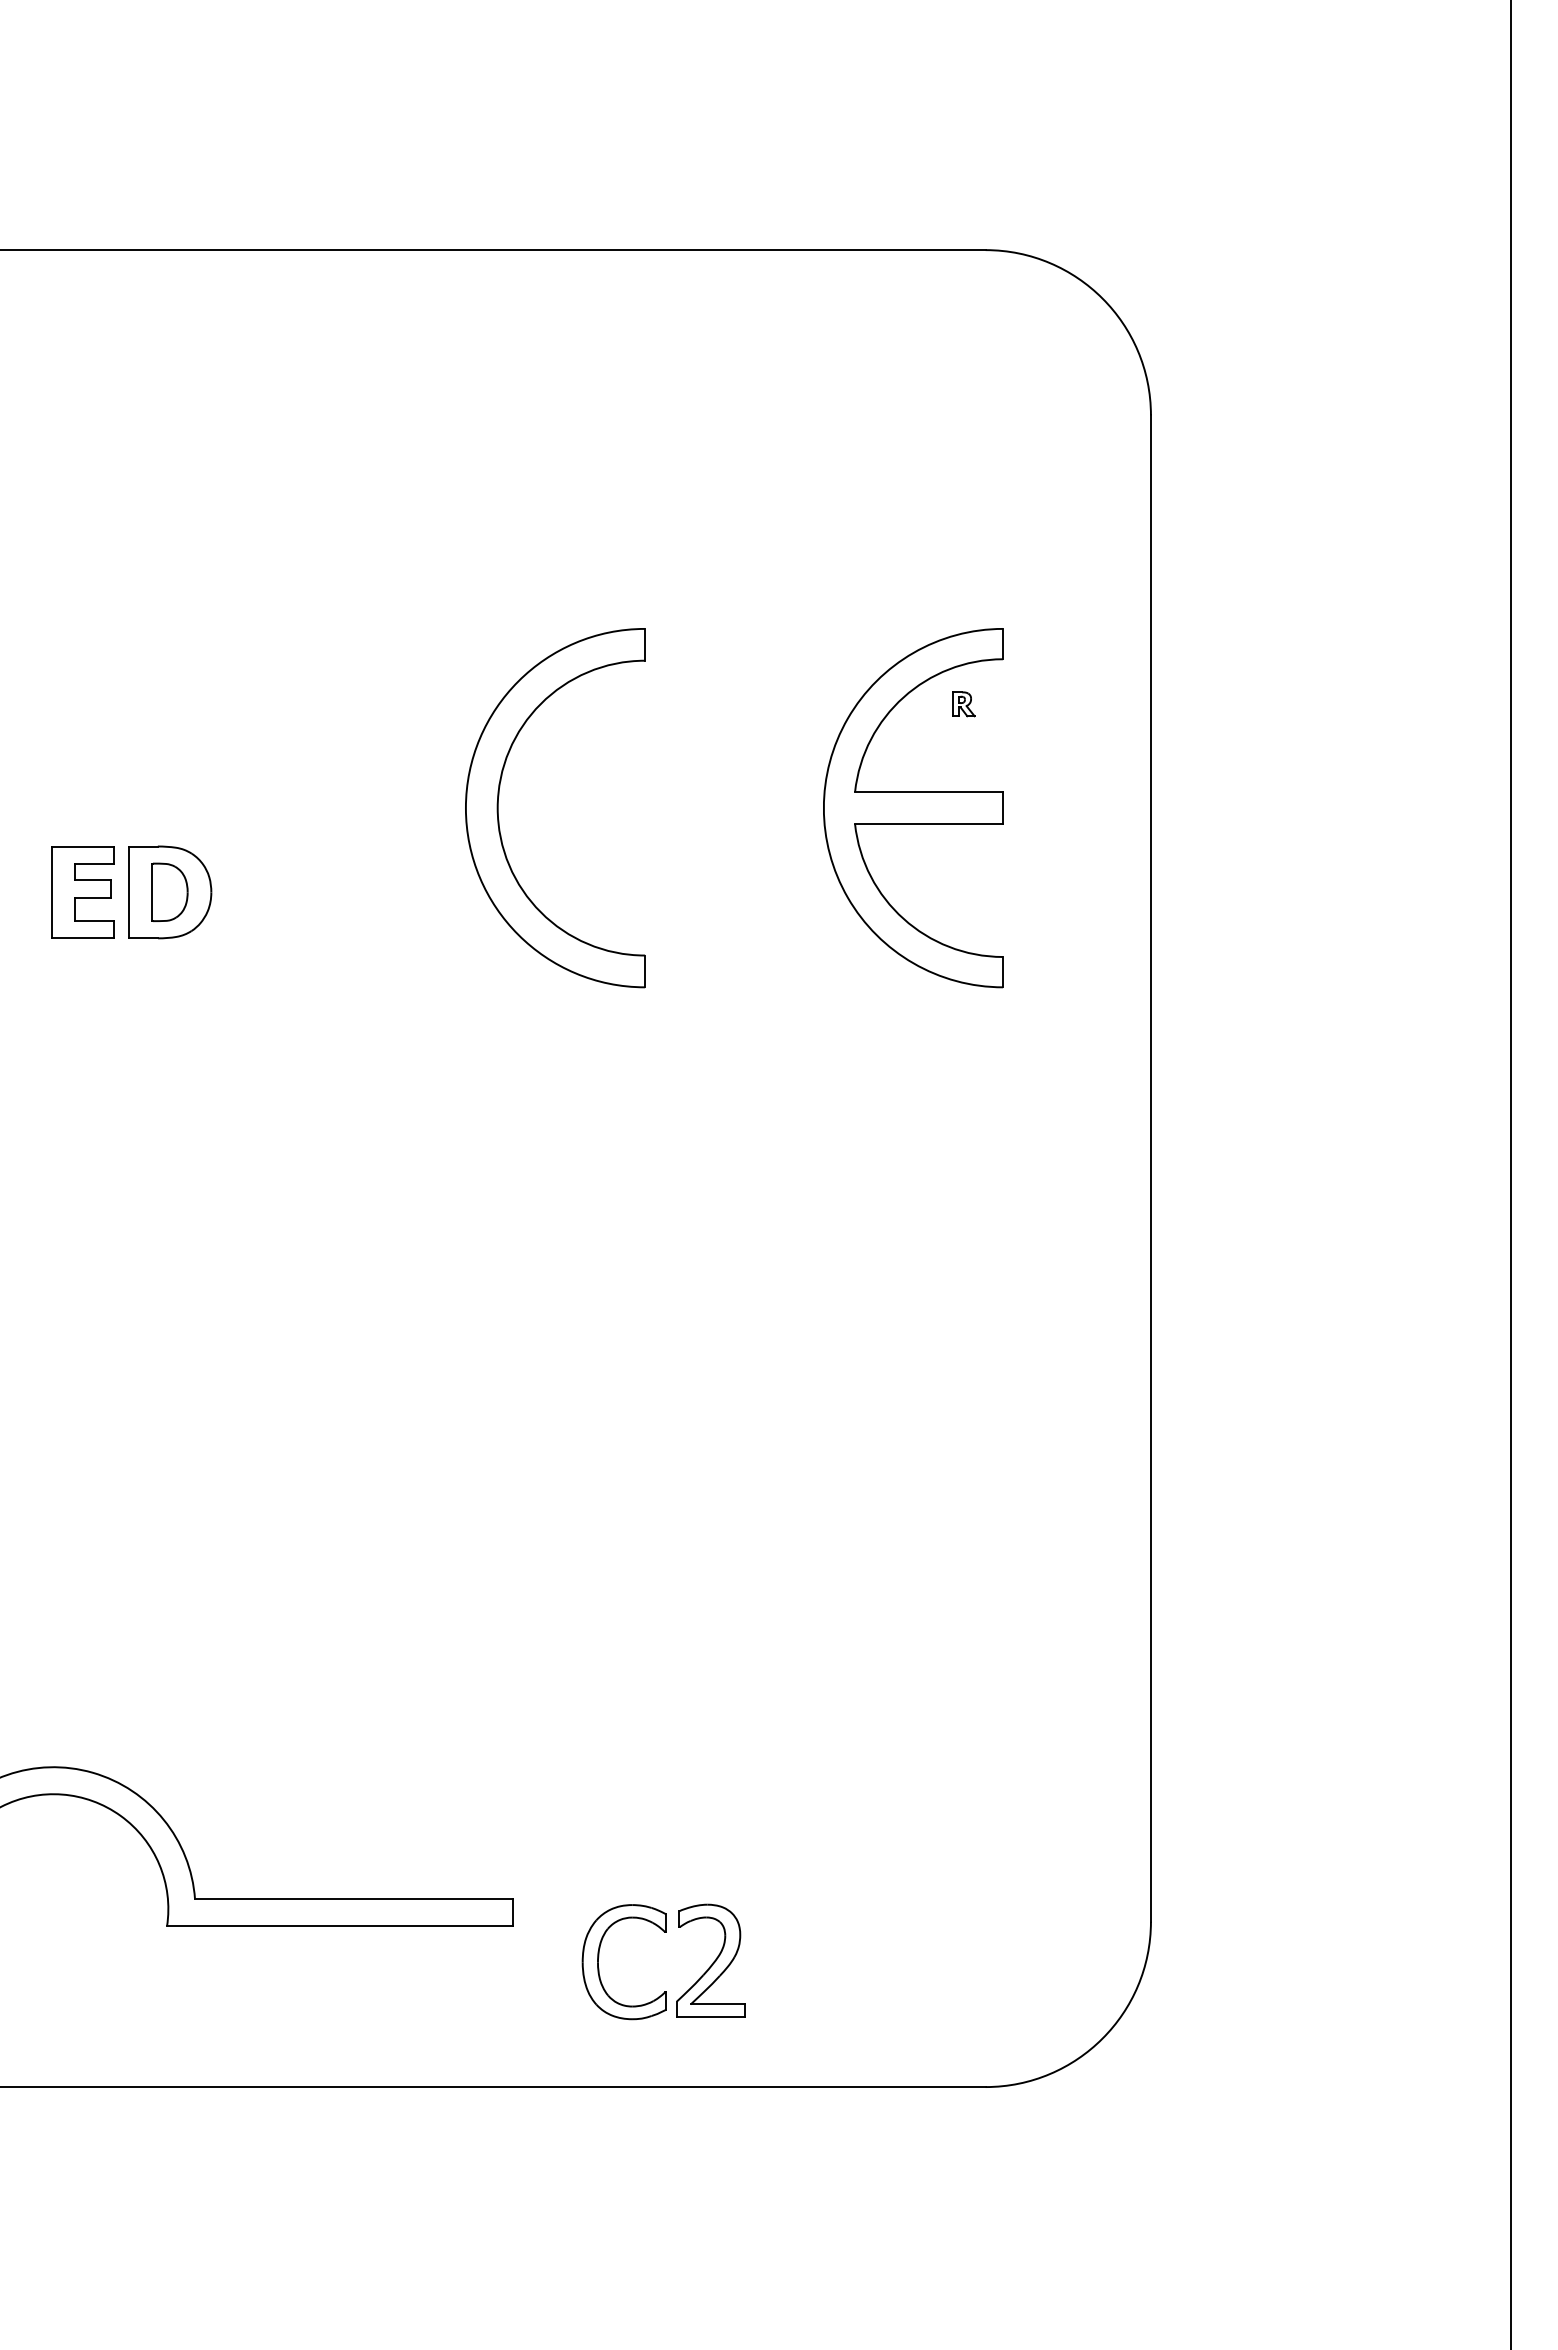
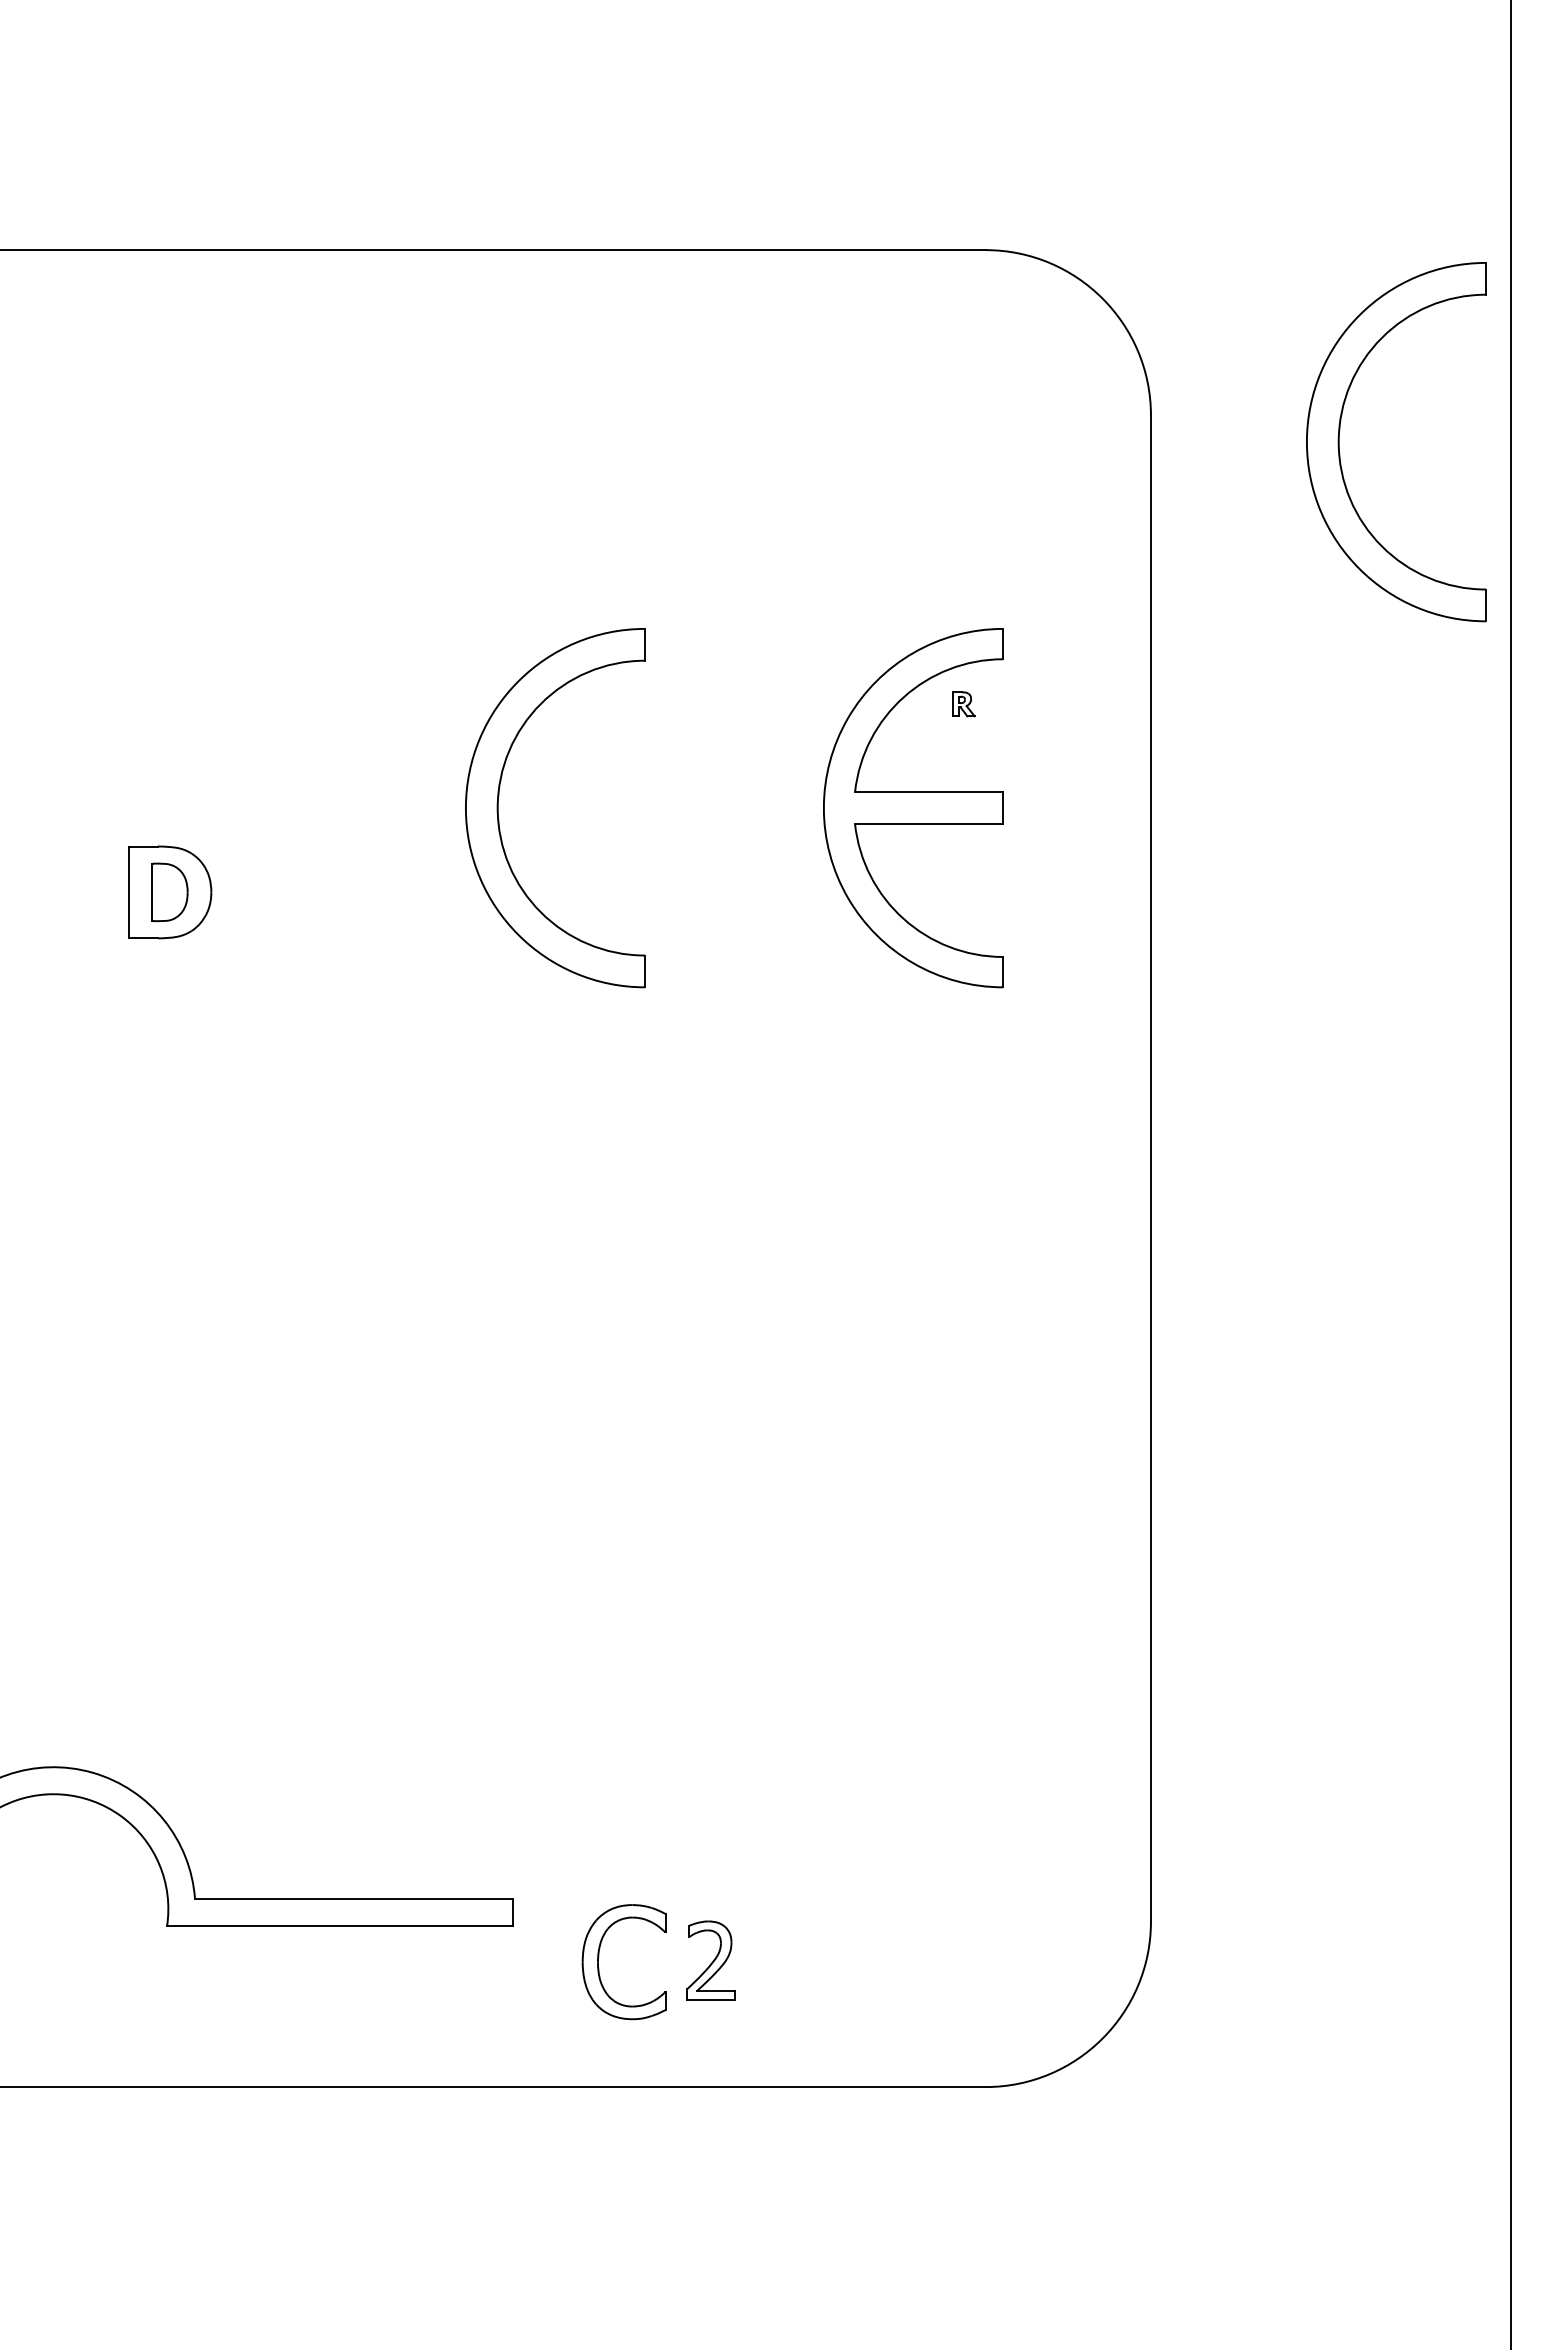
part at (1339, 442): none -> present
part at (82, 892): present -> none
part at (710, 1960) size: 70x115 px -> 50x81 px
